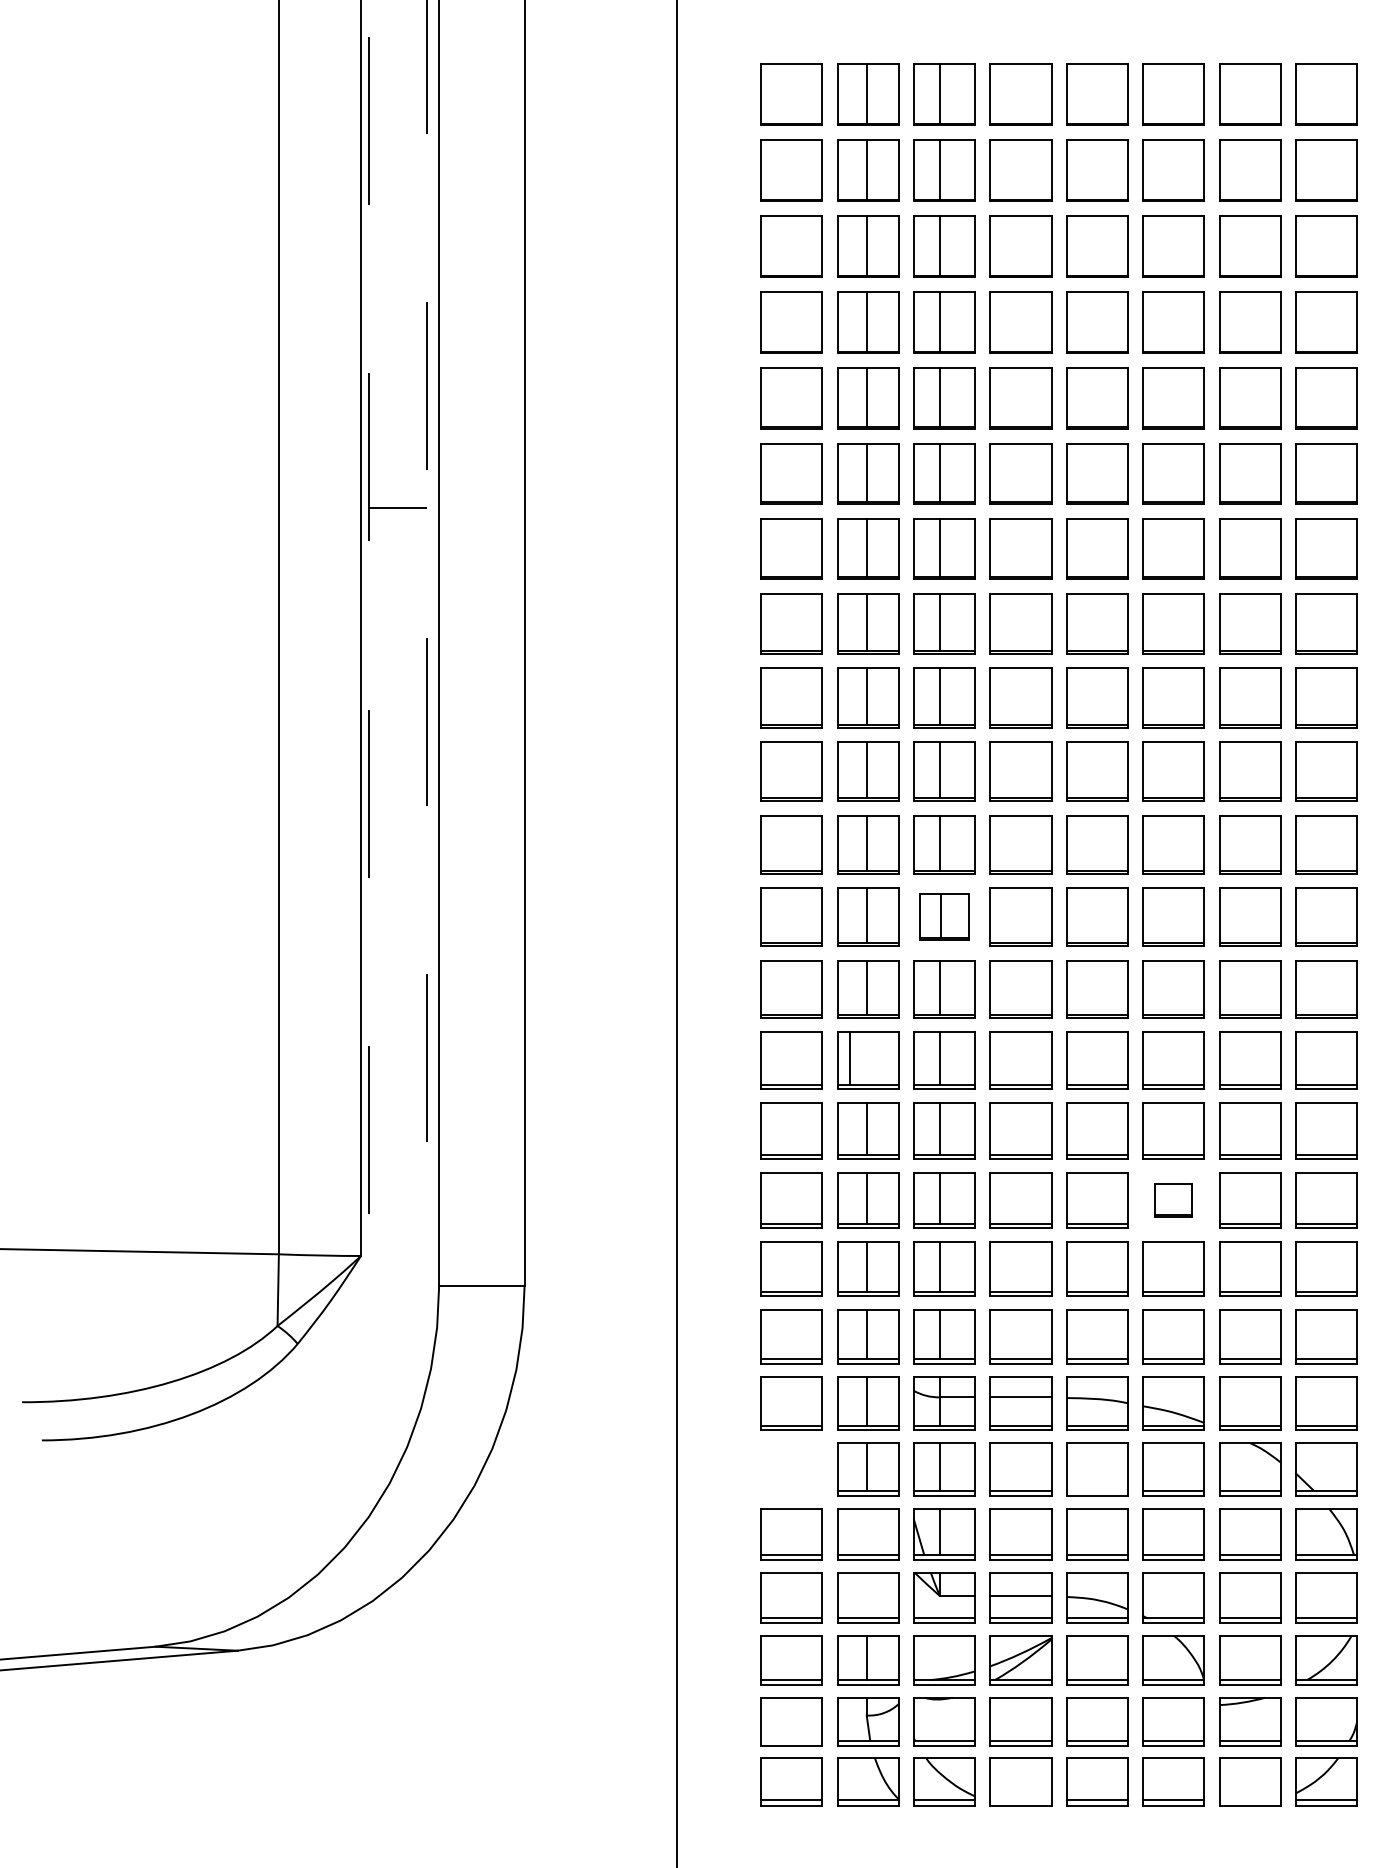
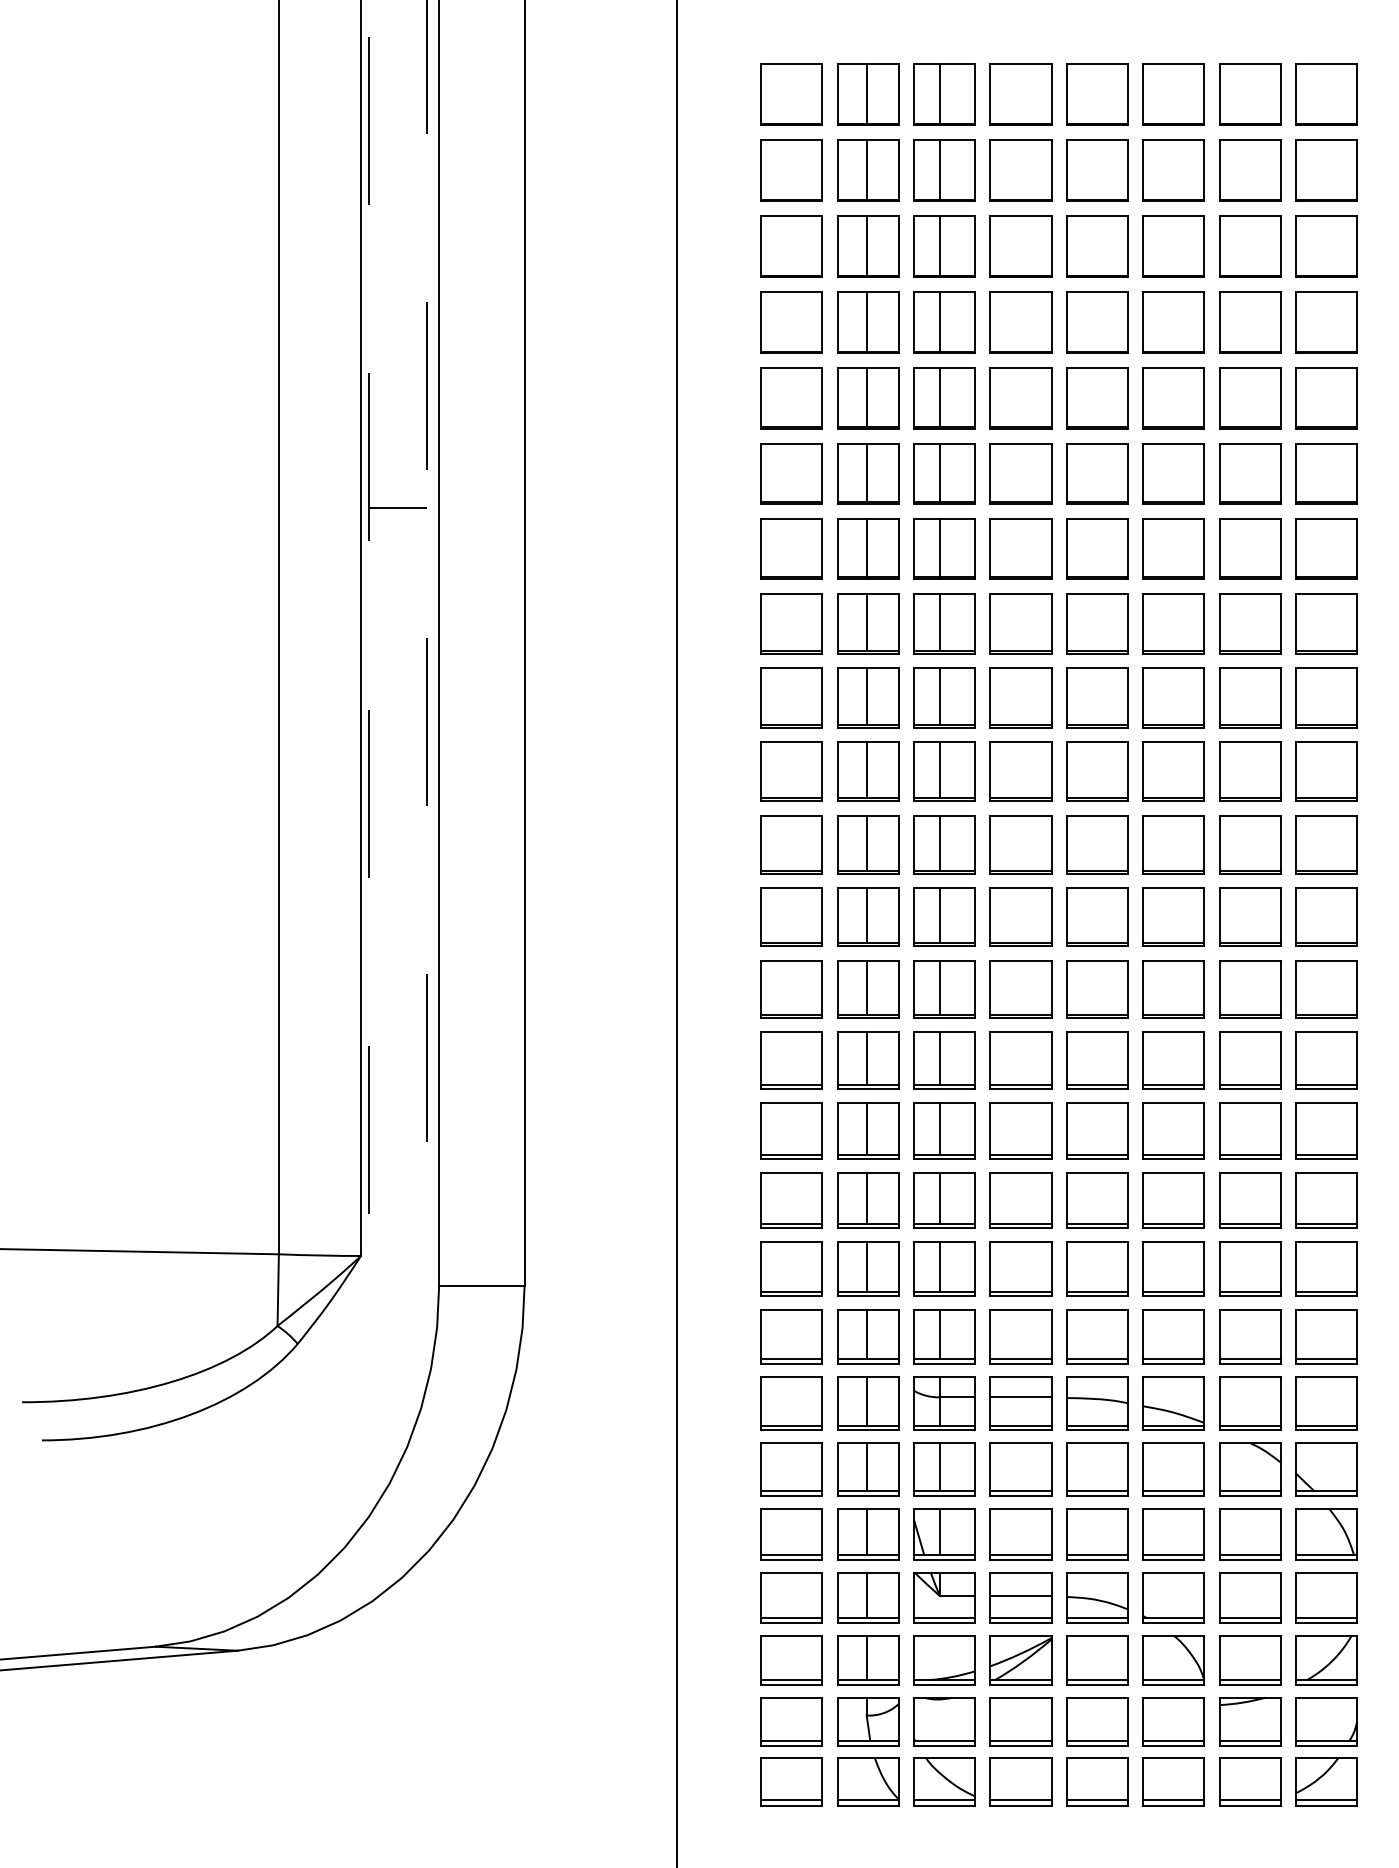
part at (944, 916) size: 51x48 px -> 63x60 px
line at (849, 1058) position: (849, 1058) -> (866, 1058)
part at (1173, 1200) size: 39x35 px -> 63x57 px
part at (791, 1469): none -> present
line at (1096, 1490): none -> present
line at (866, 1531): none -> present
line at (866, 1595): none -> present
line at (791, 1740): none -> present
line at (1020, 1800): none -> present
line at (1249, 1800): none -> present
